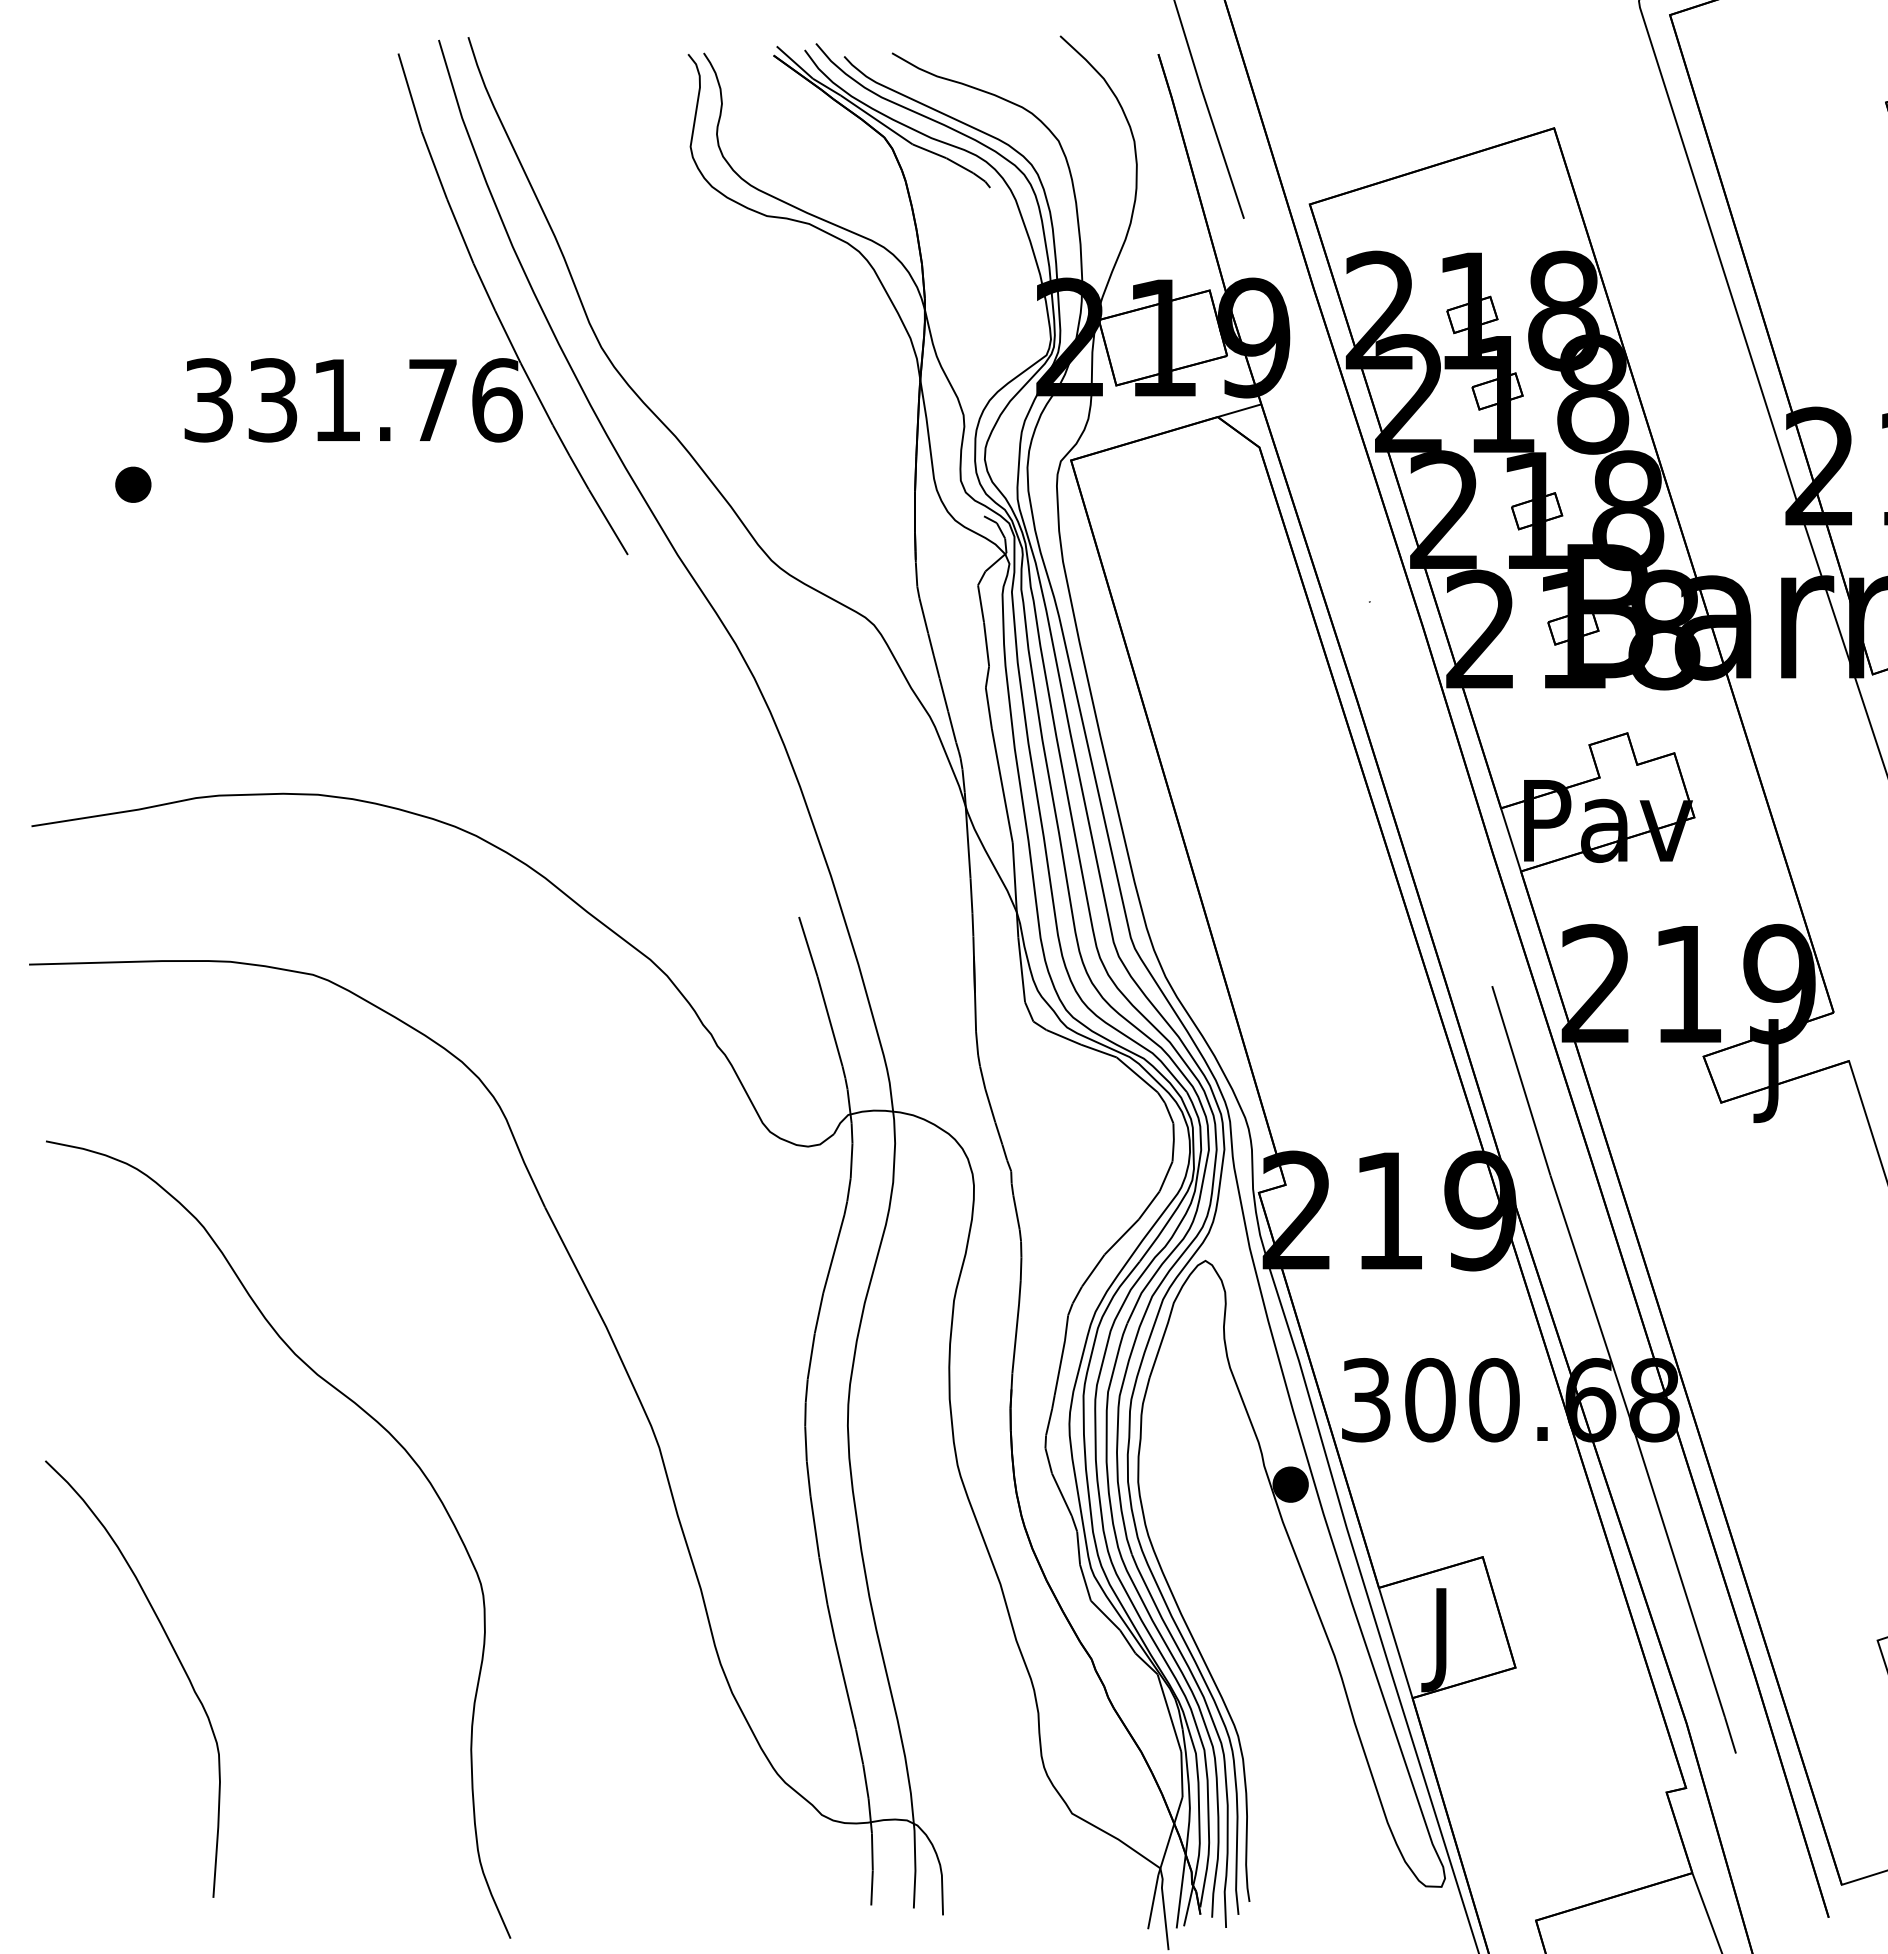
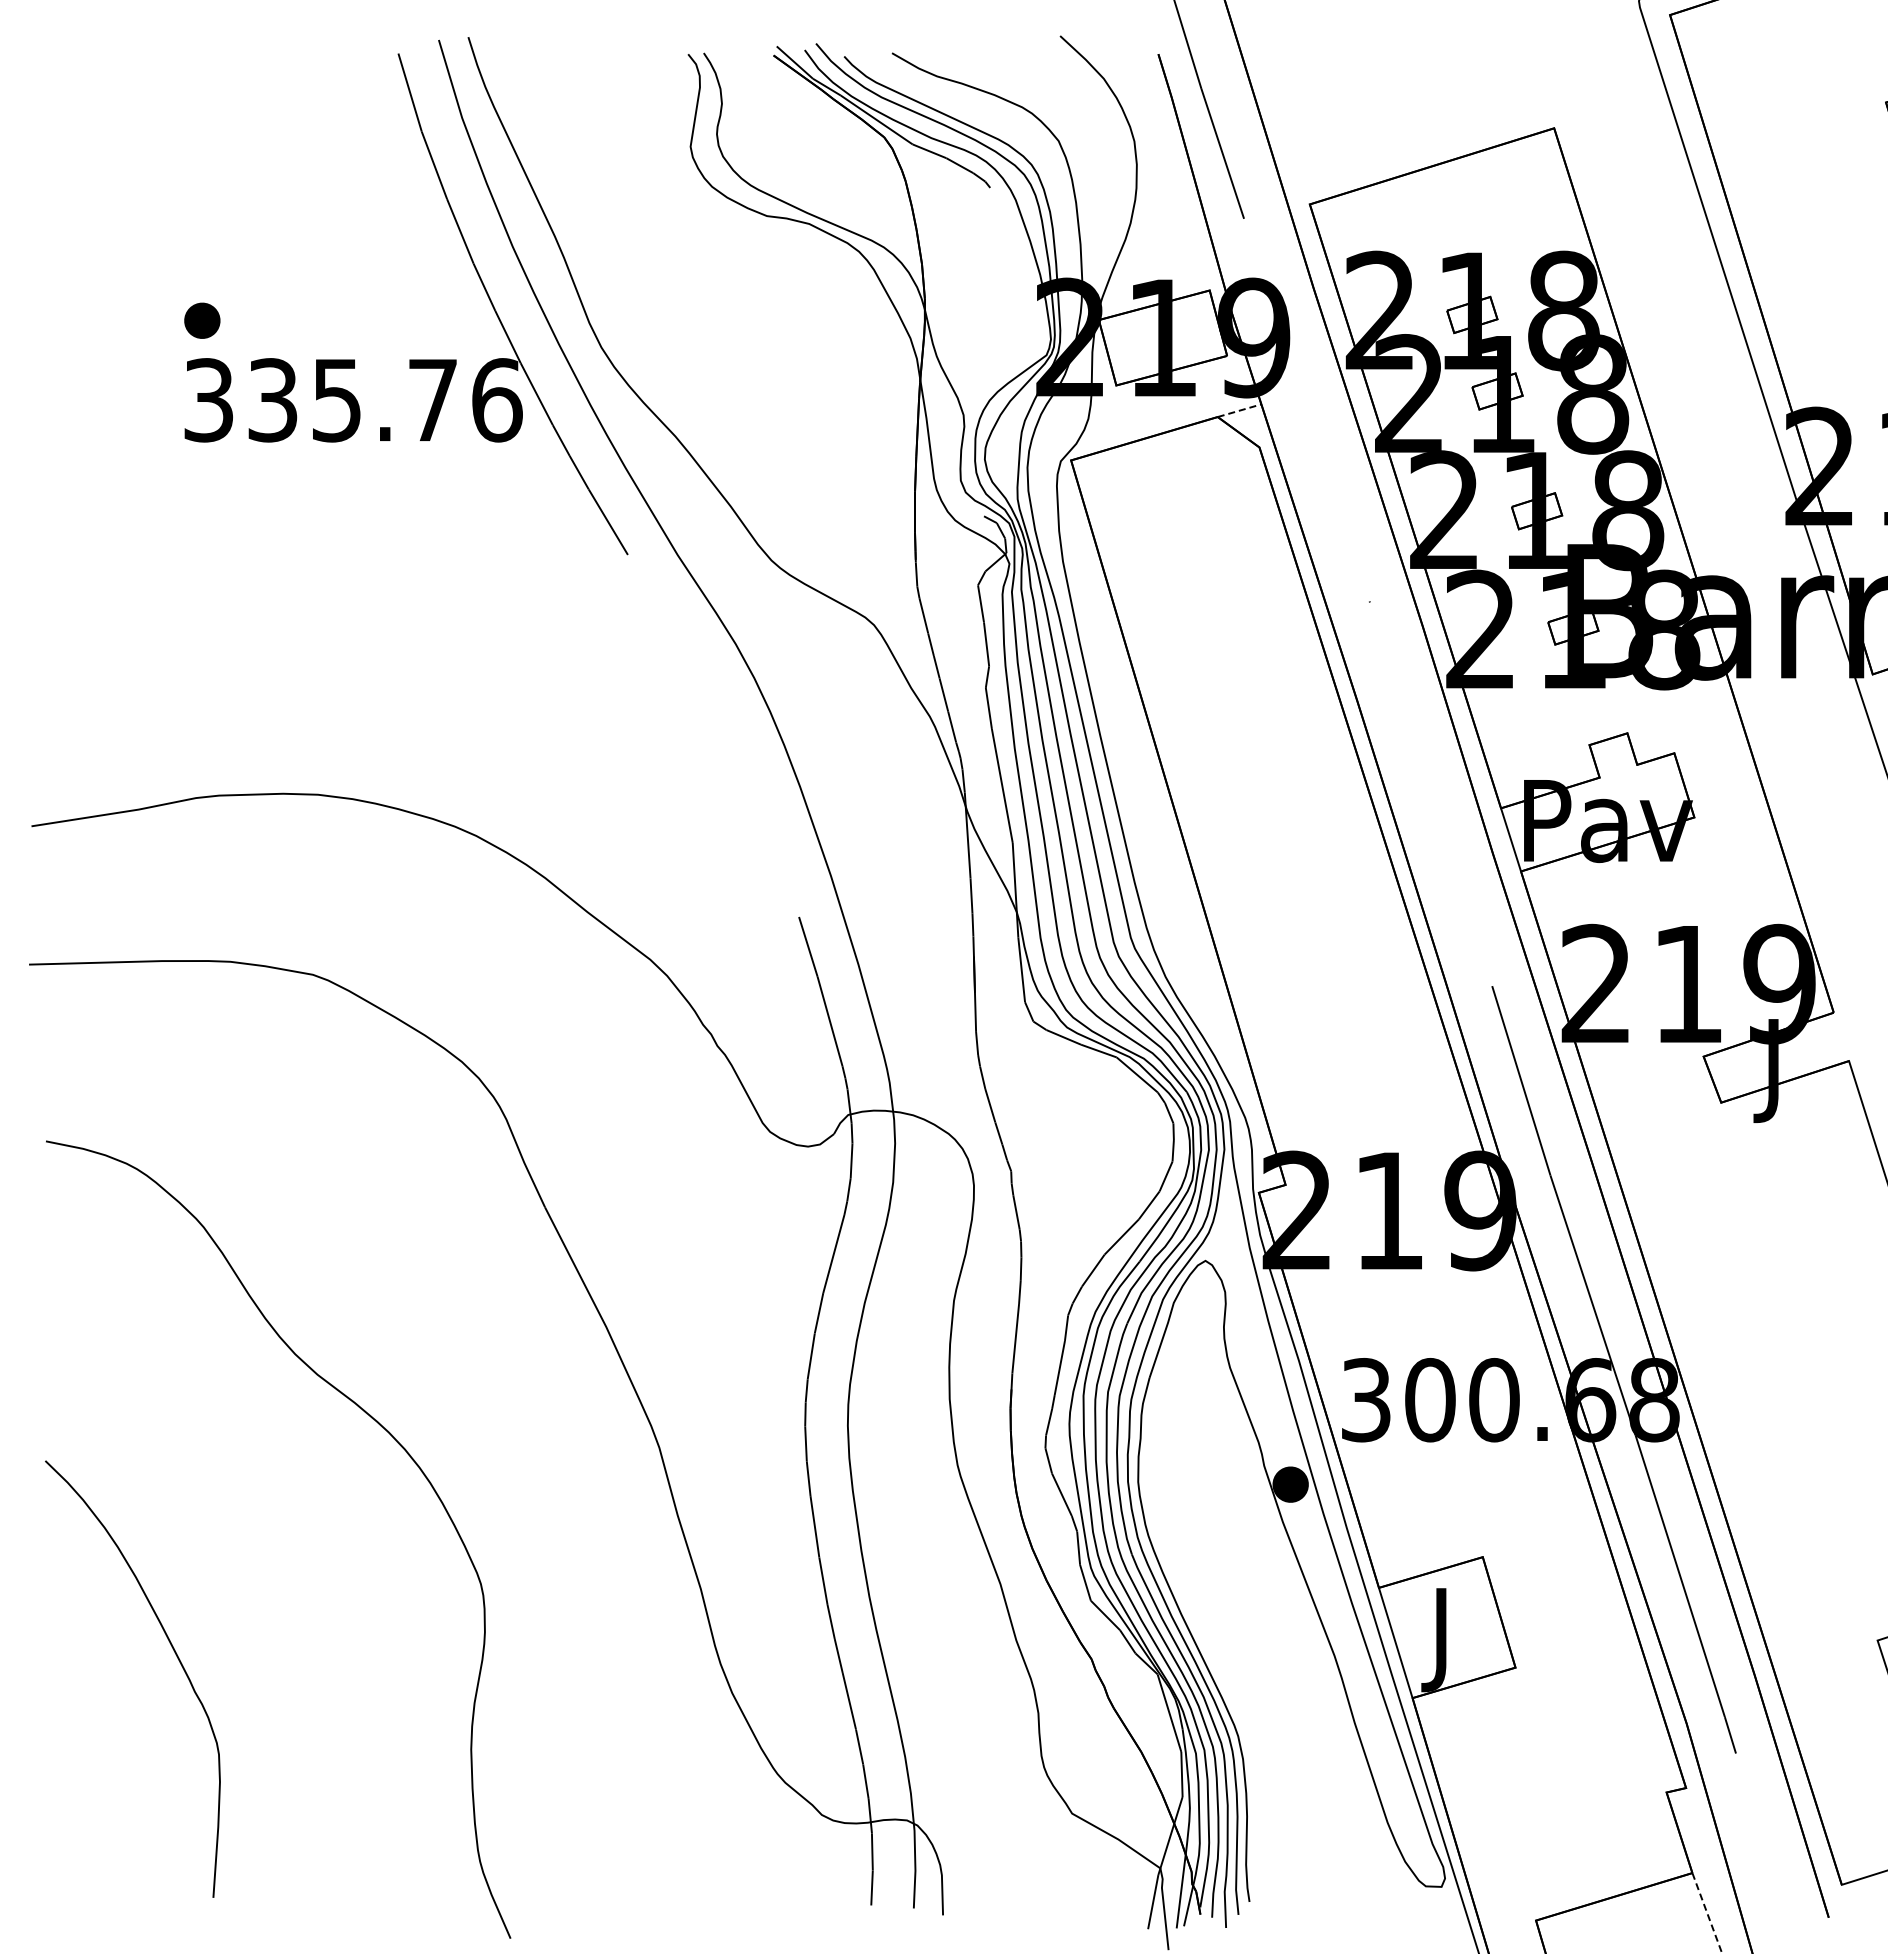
text at (336, 400): 331.76 -> 335.76
line at (1239, 410): solid -> dashed
part at (133, 484) position: (133, 484) -> (202, 320)
line at (1707, 1913): solid -> dashed
